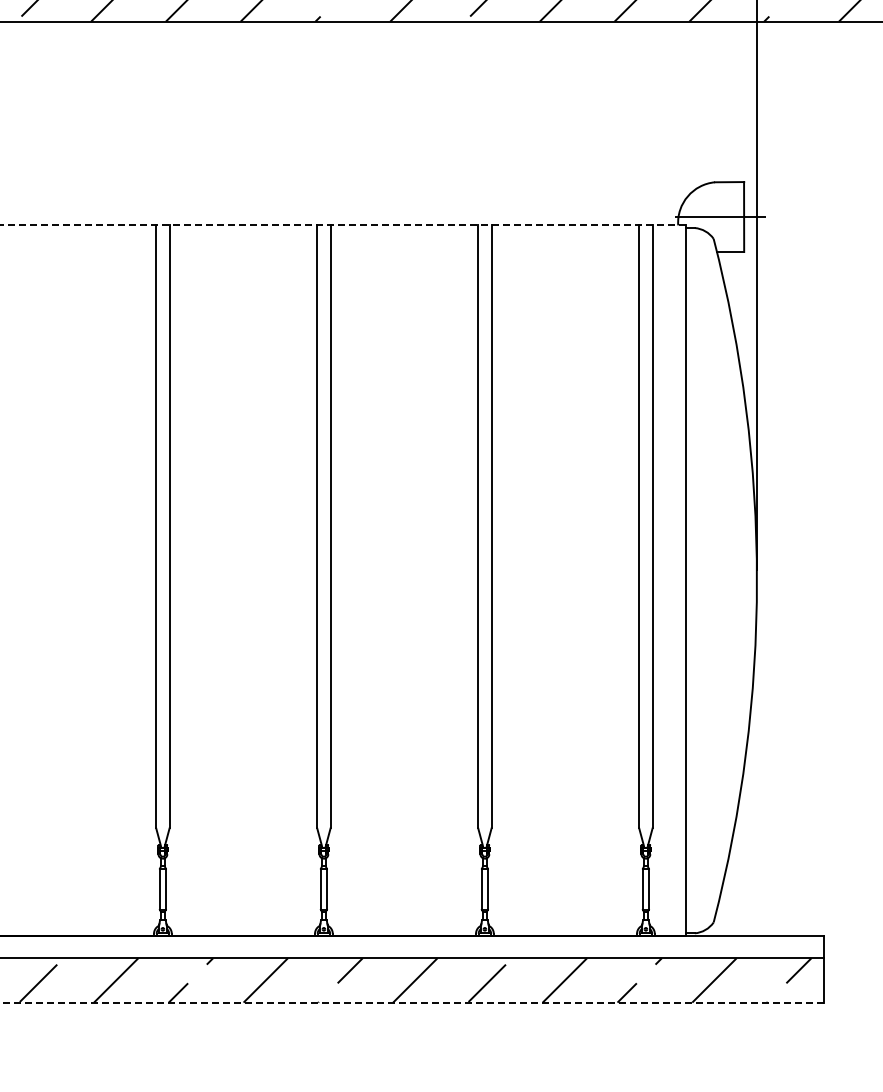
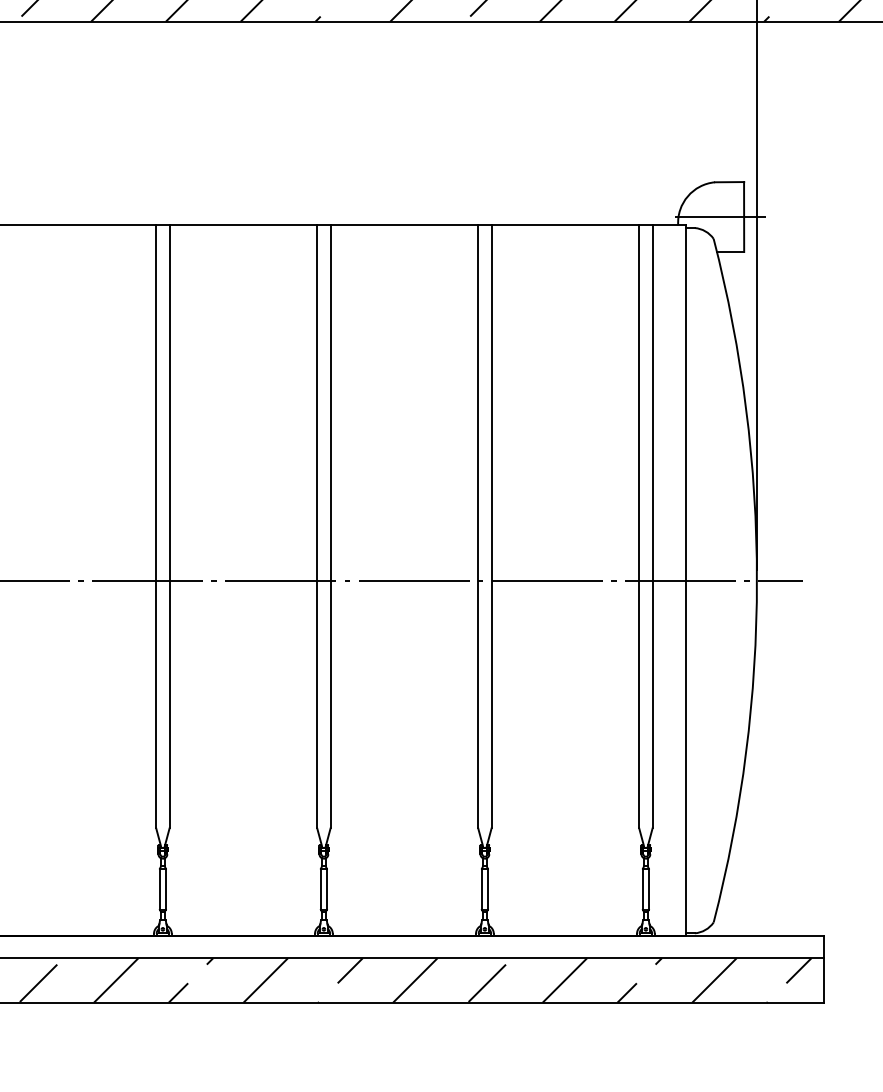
line at (342, 225): dashed -> solid
line at (402, 580): none -> present
line at (411, 1002): dashed -> solid
